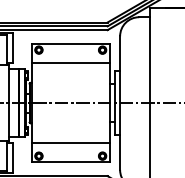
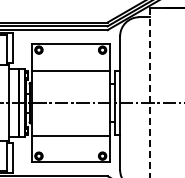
line at (70, 63) position: (70, 63) -> (70, 71)
line at (150, 92): solid -> dashed
line at (70, 143) position: (70, 143) -> (70, 136)
